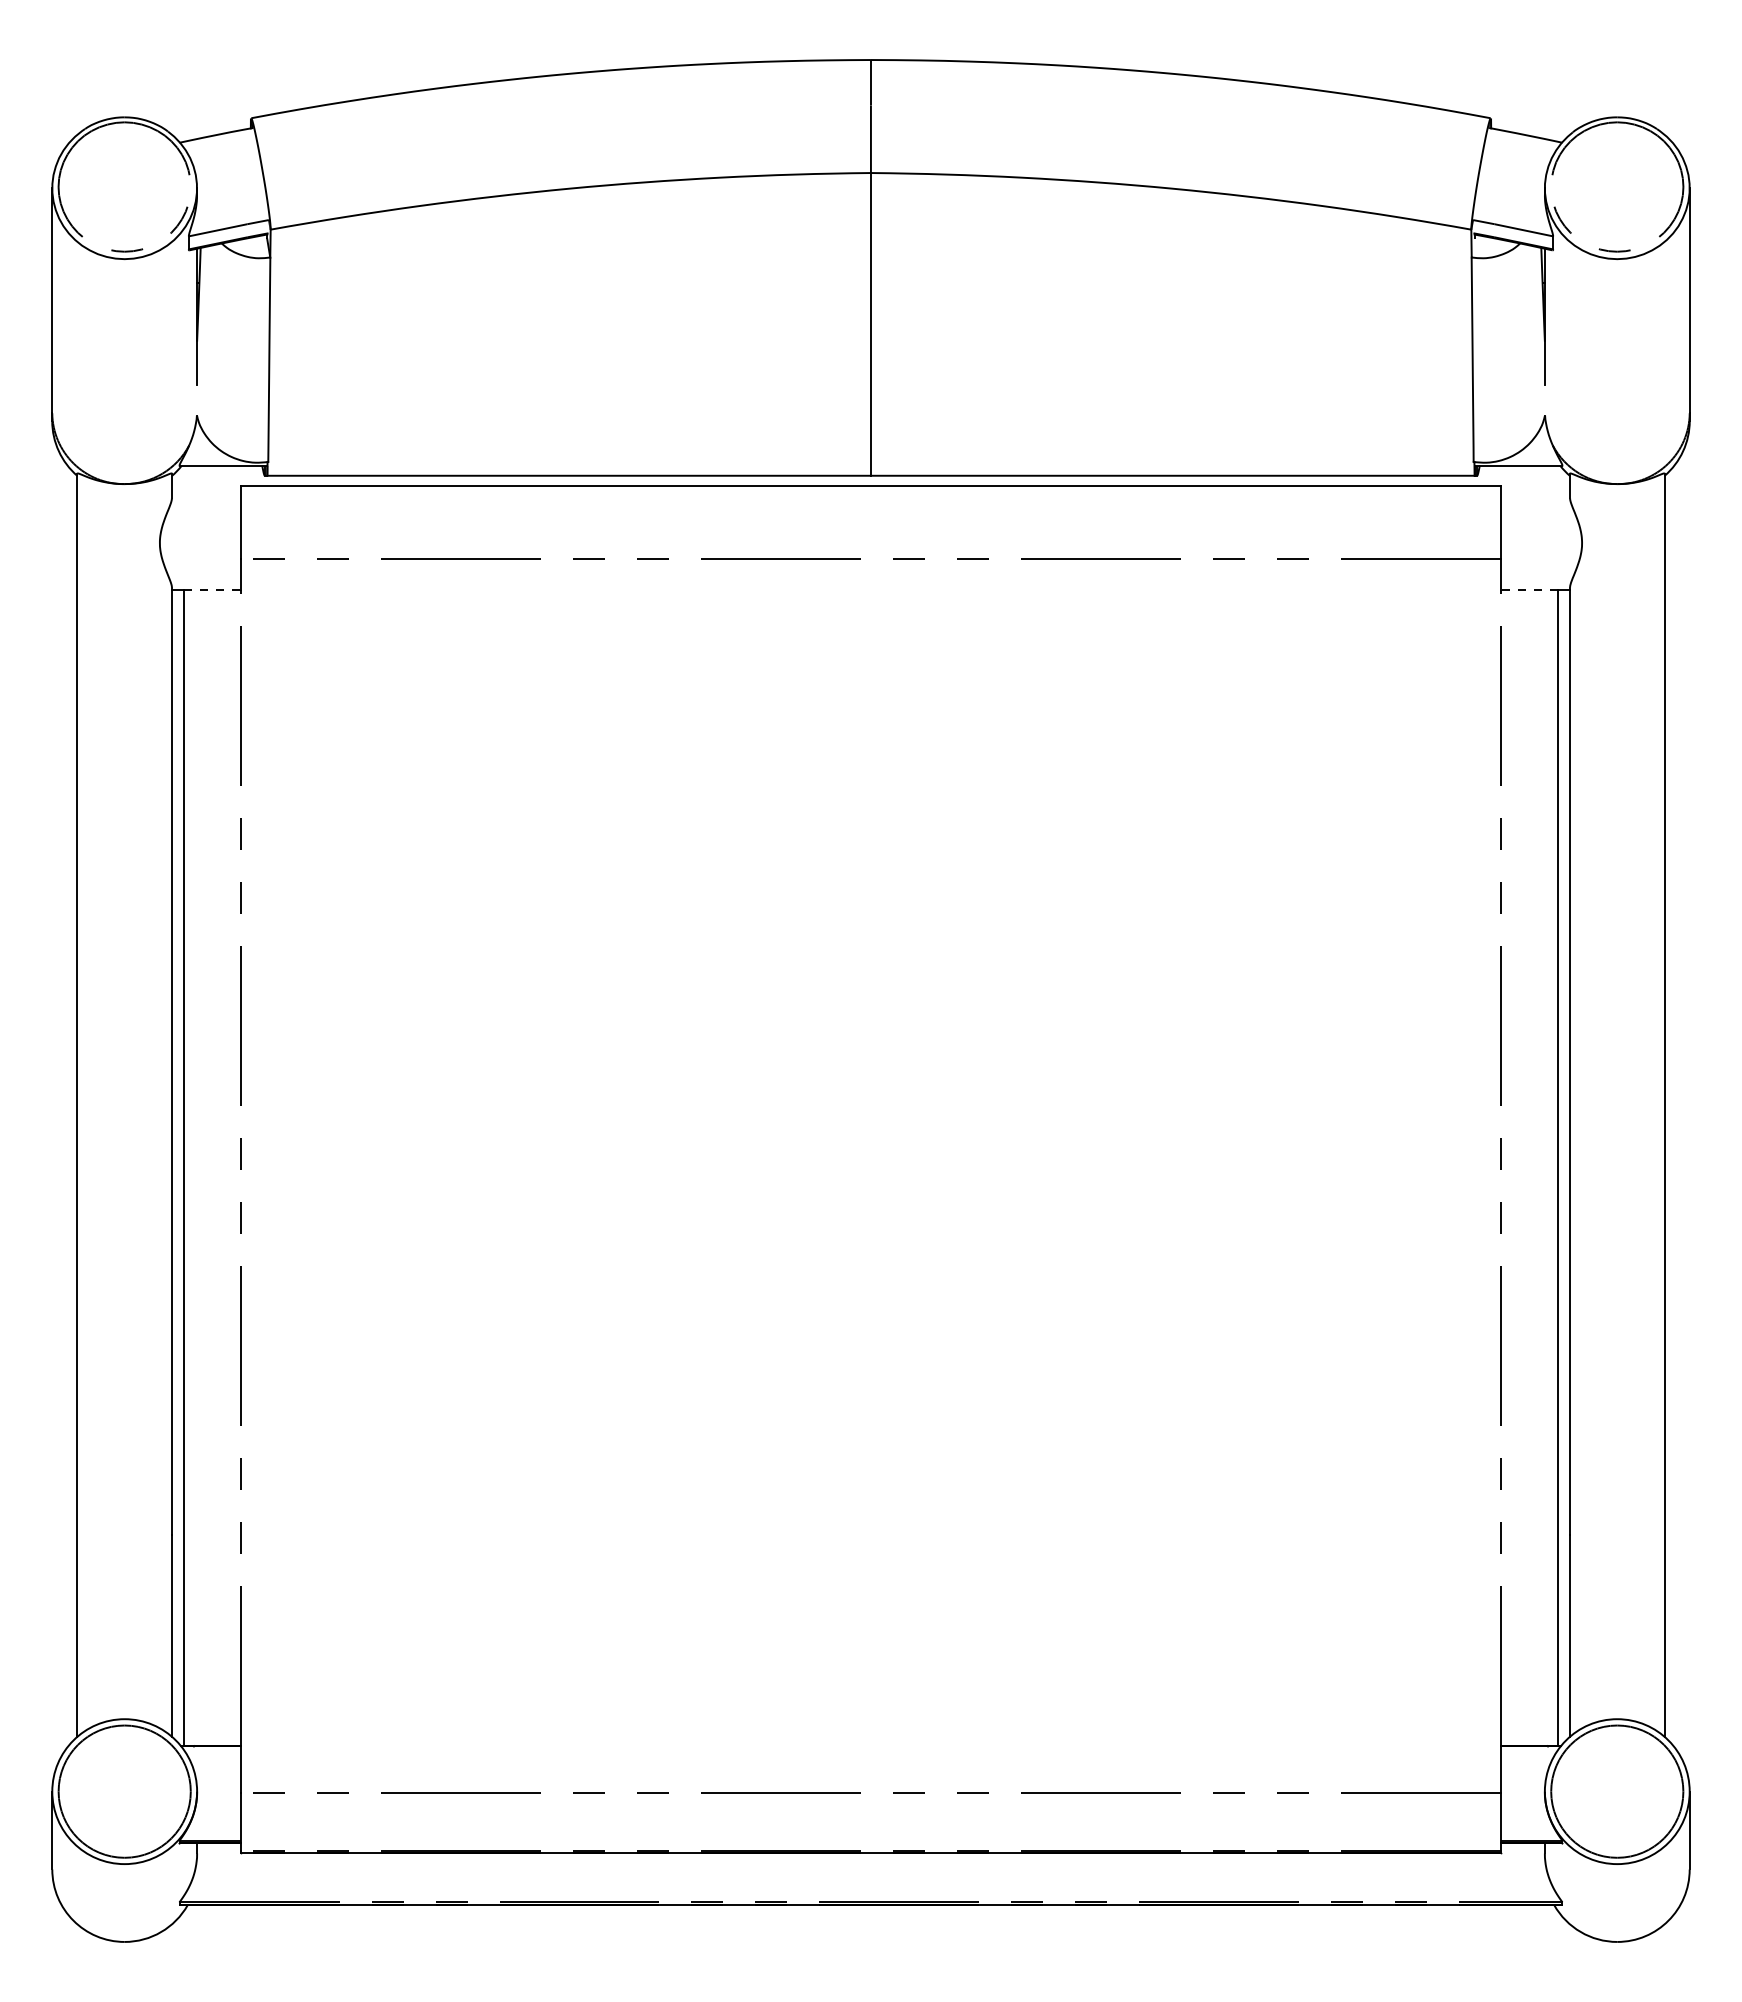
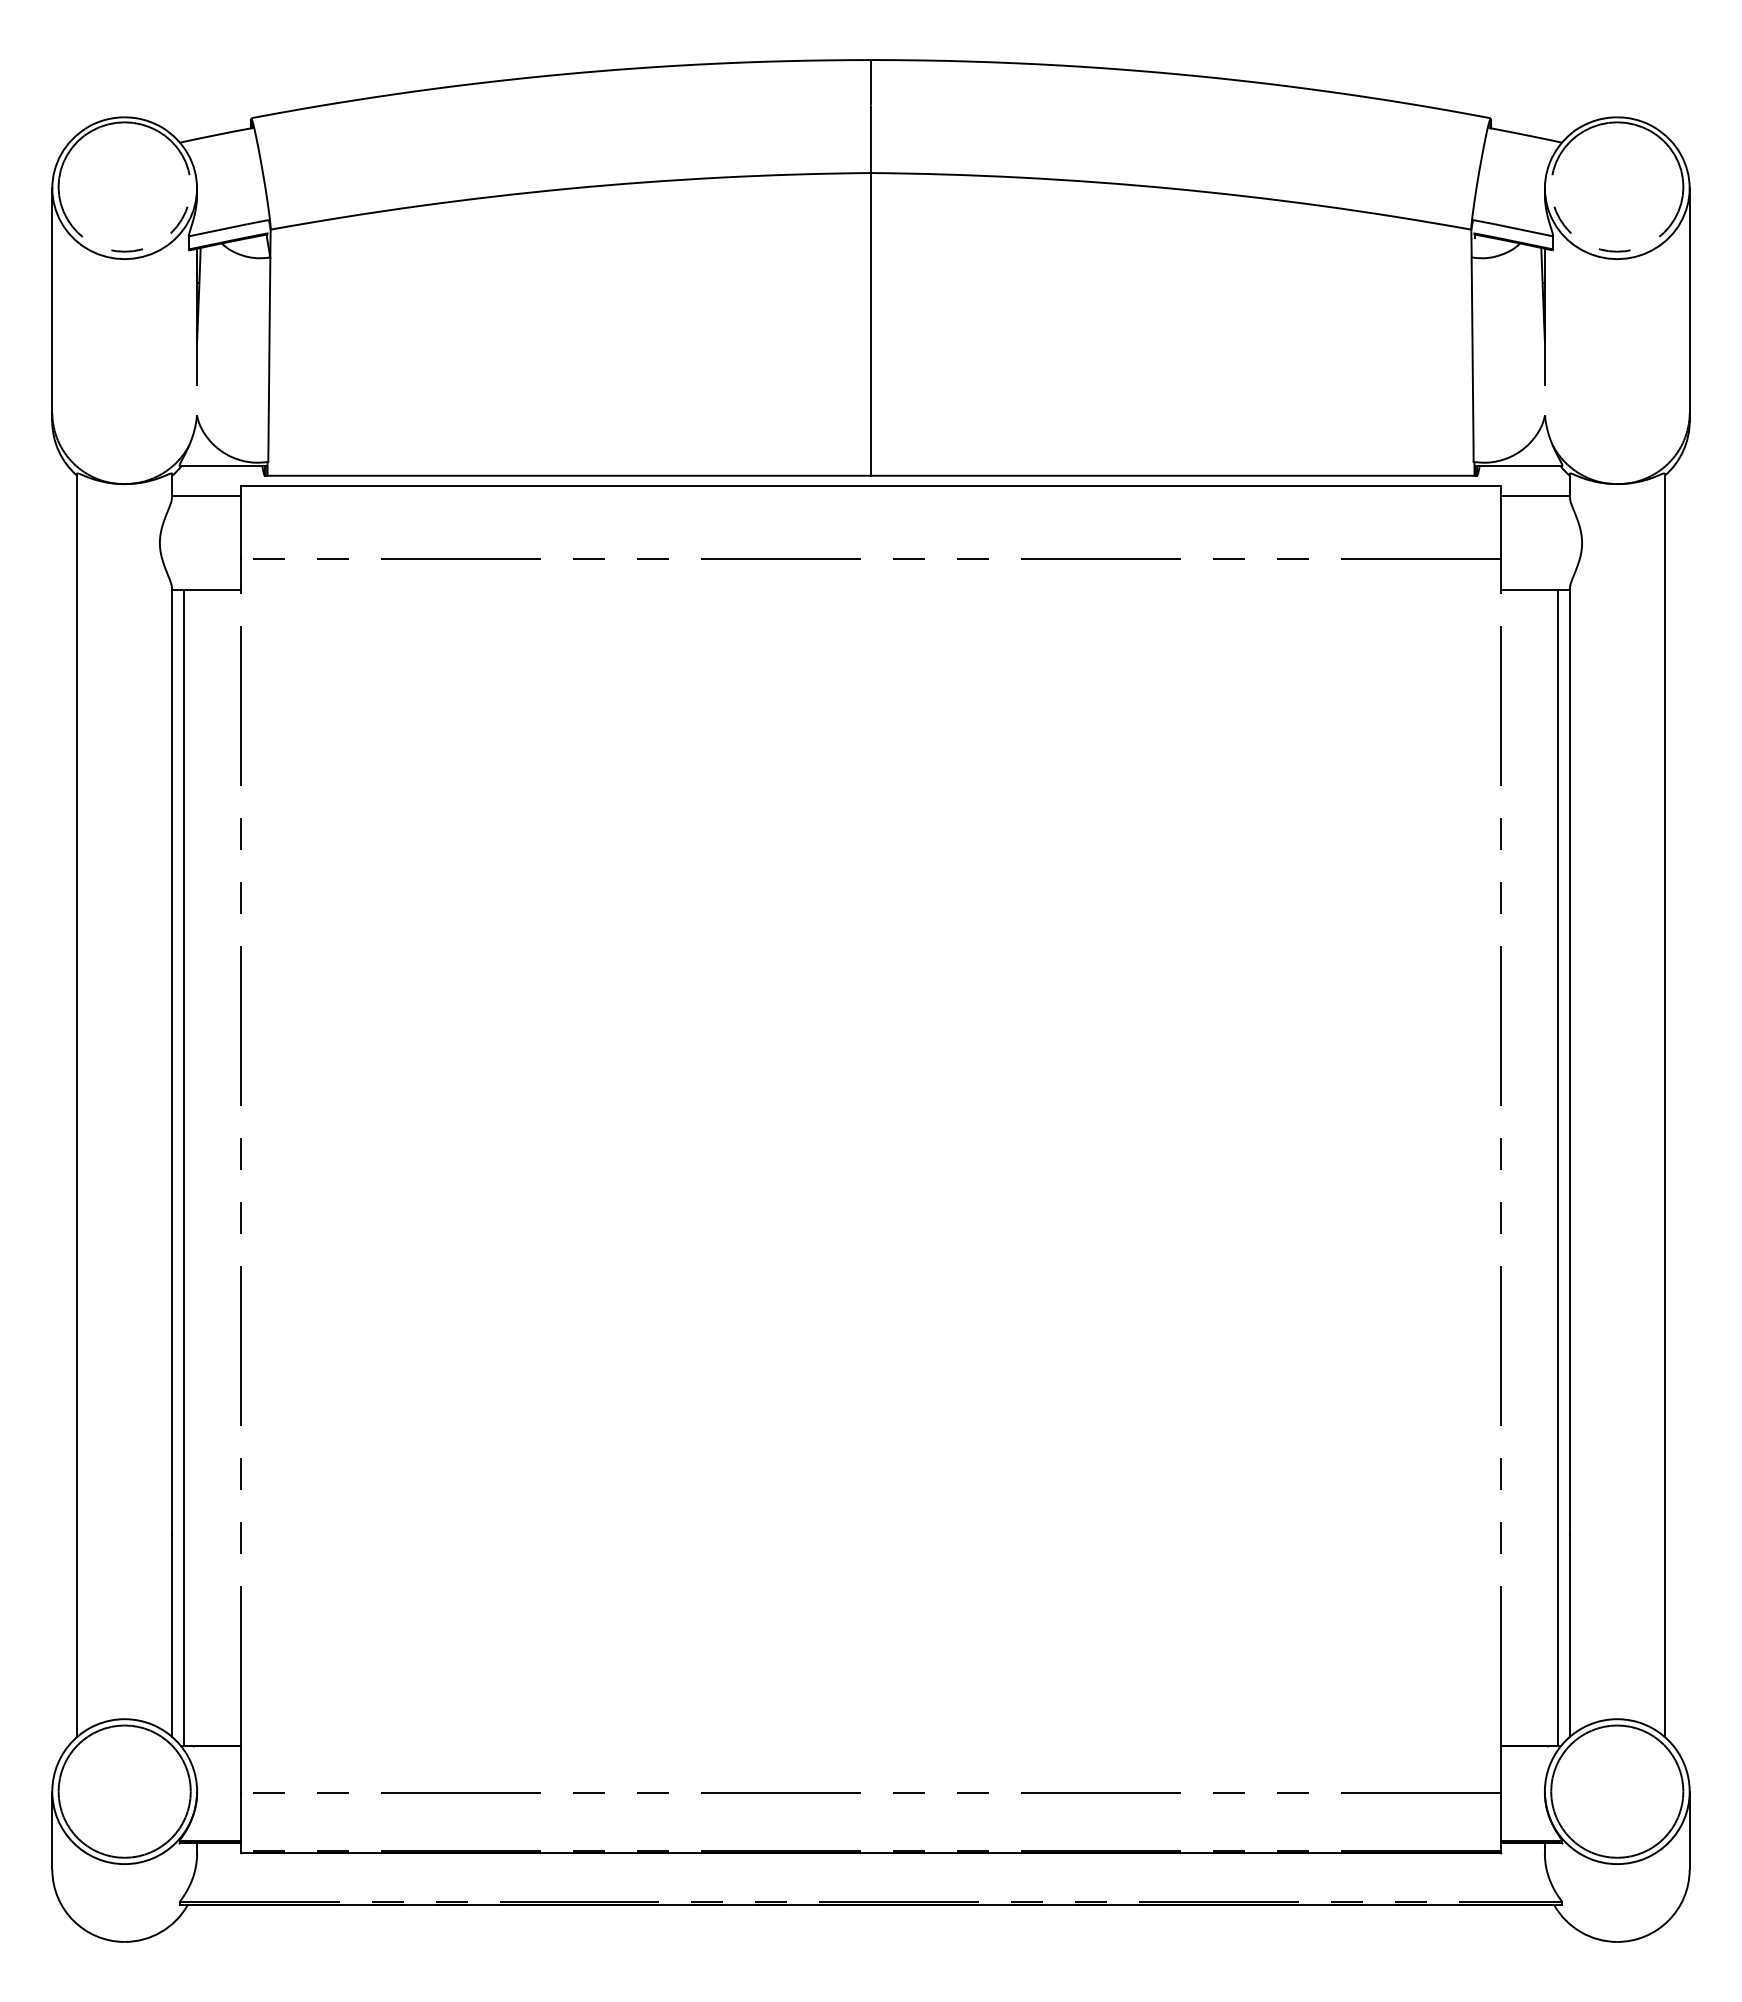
line at (206, 495): none -> present
line at (1535, 495): none -> present
line at (212, 590): dashed -> solid
line at (1529, 590): dashed -> solid
